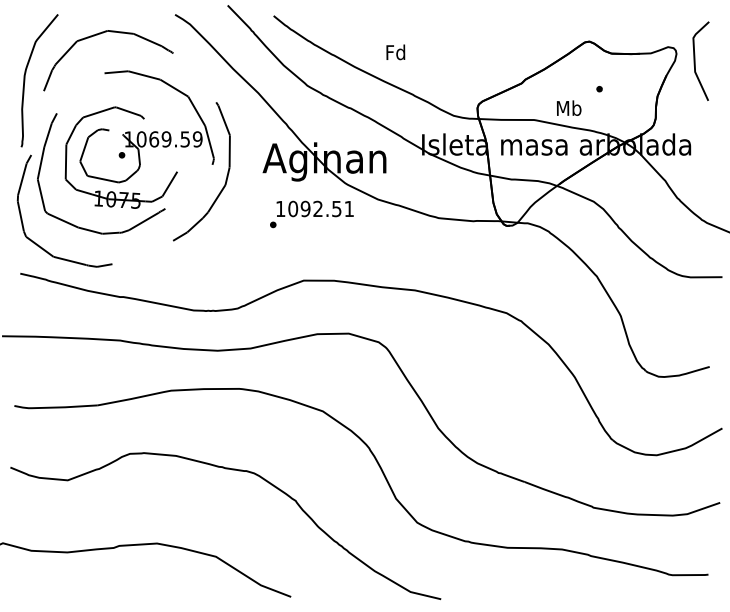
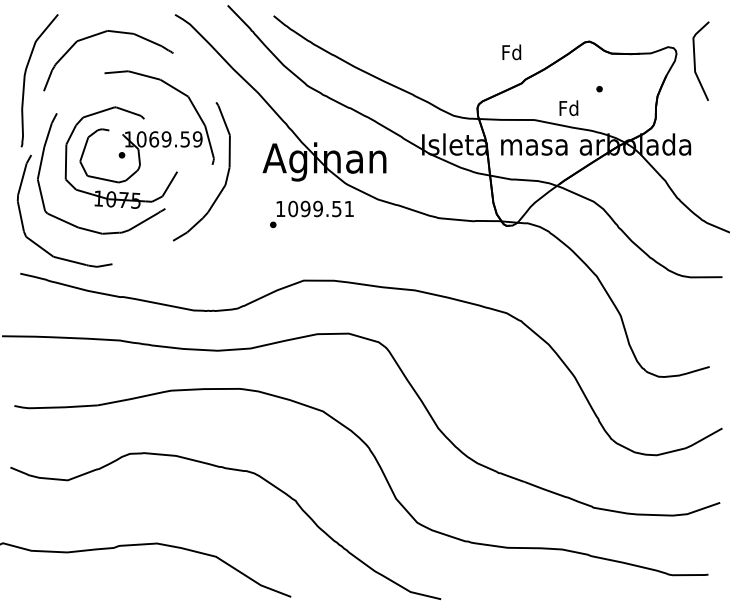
text at (395, 52) position: (395, 52) -> (511, 52)
text at (568, 107): Mb -> Fd
text at (317, 209): 1092.51 -> 1099.51
